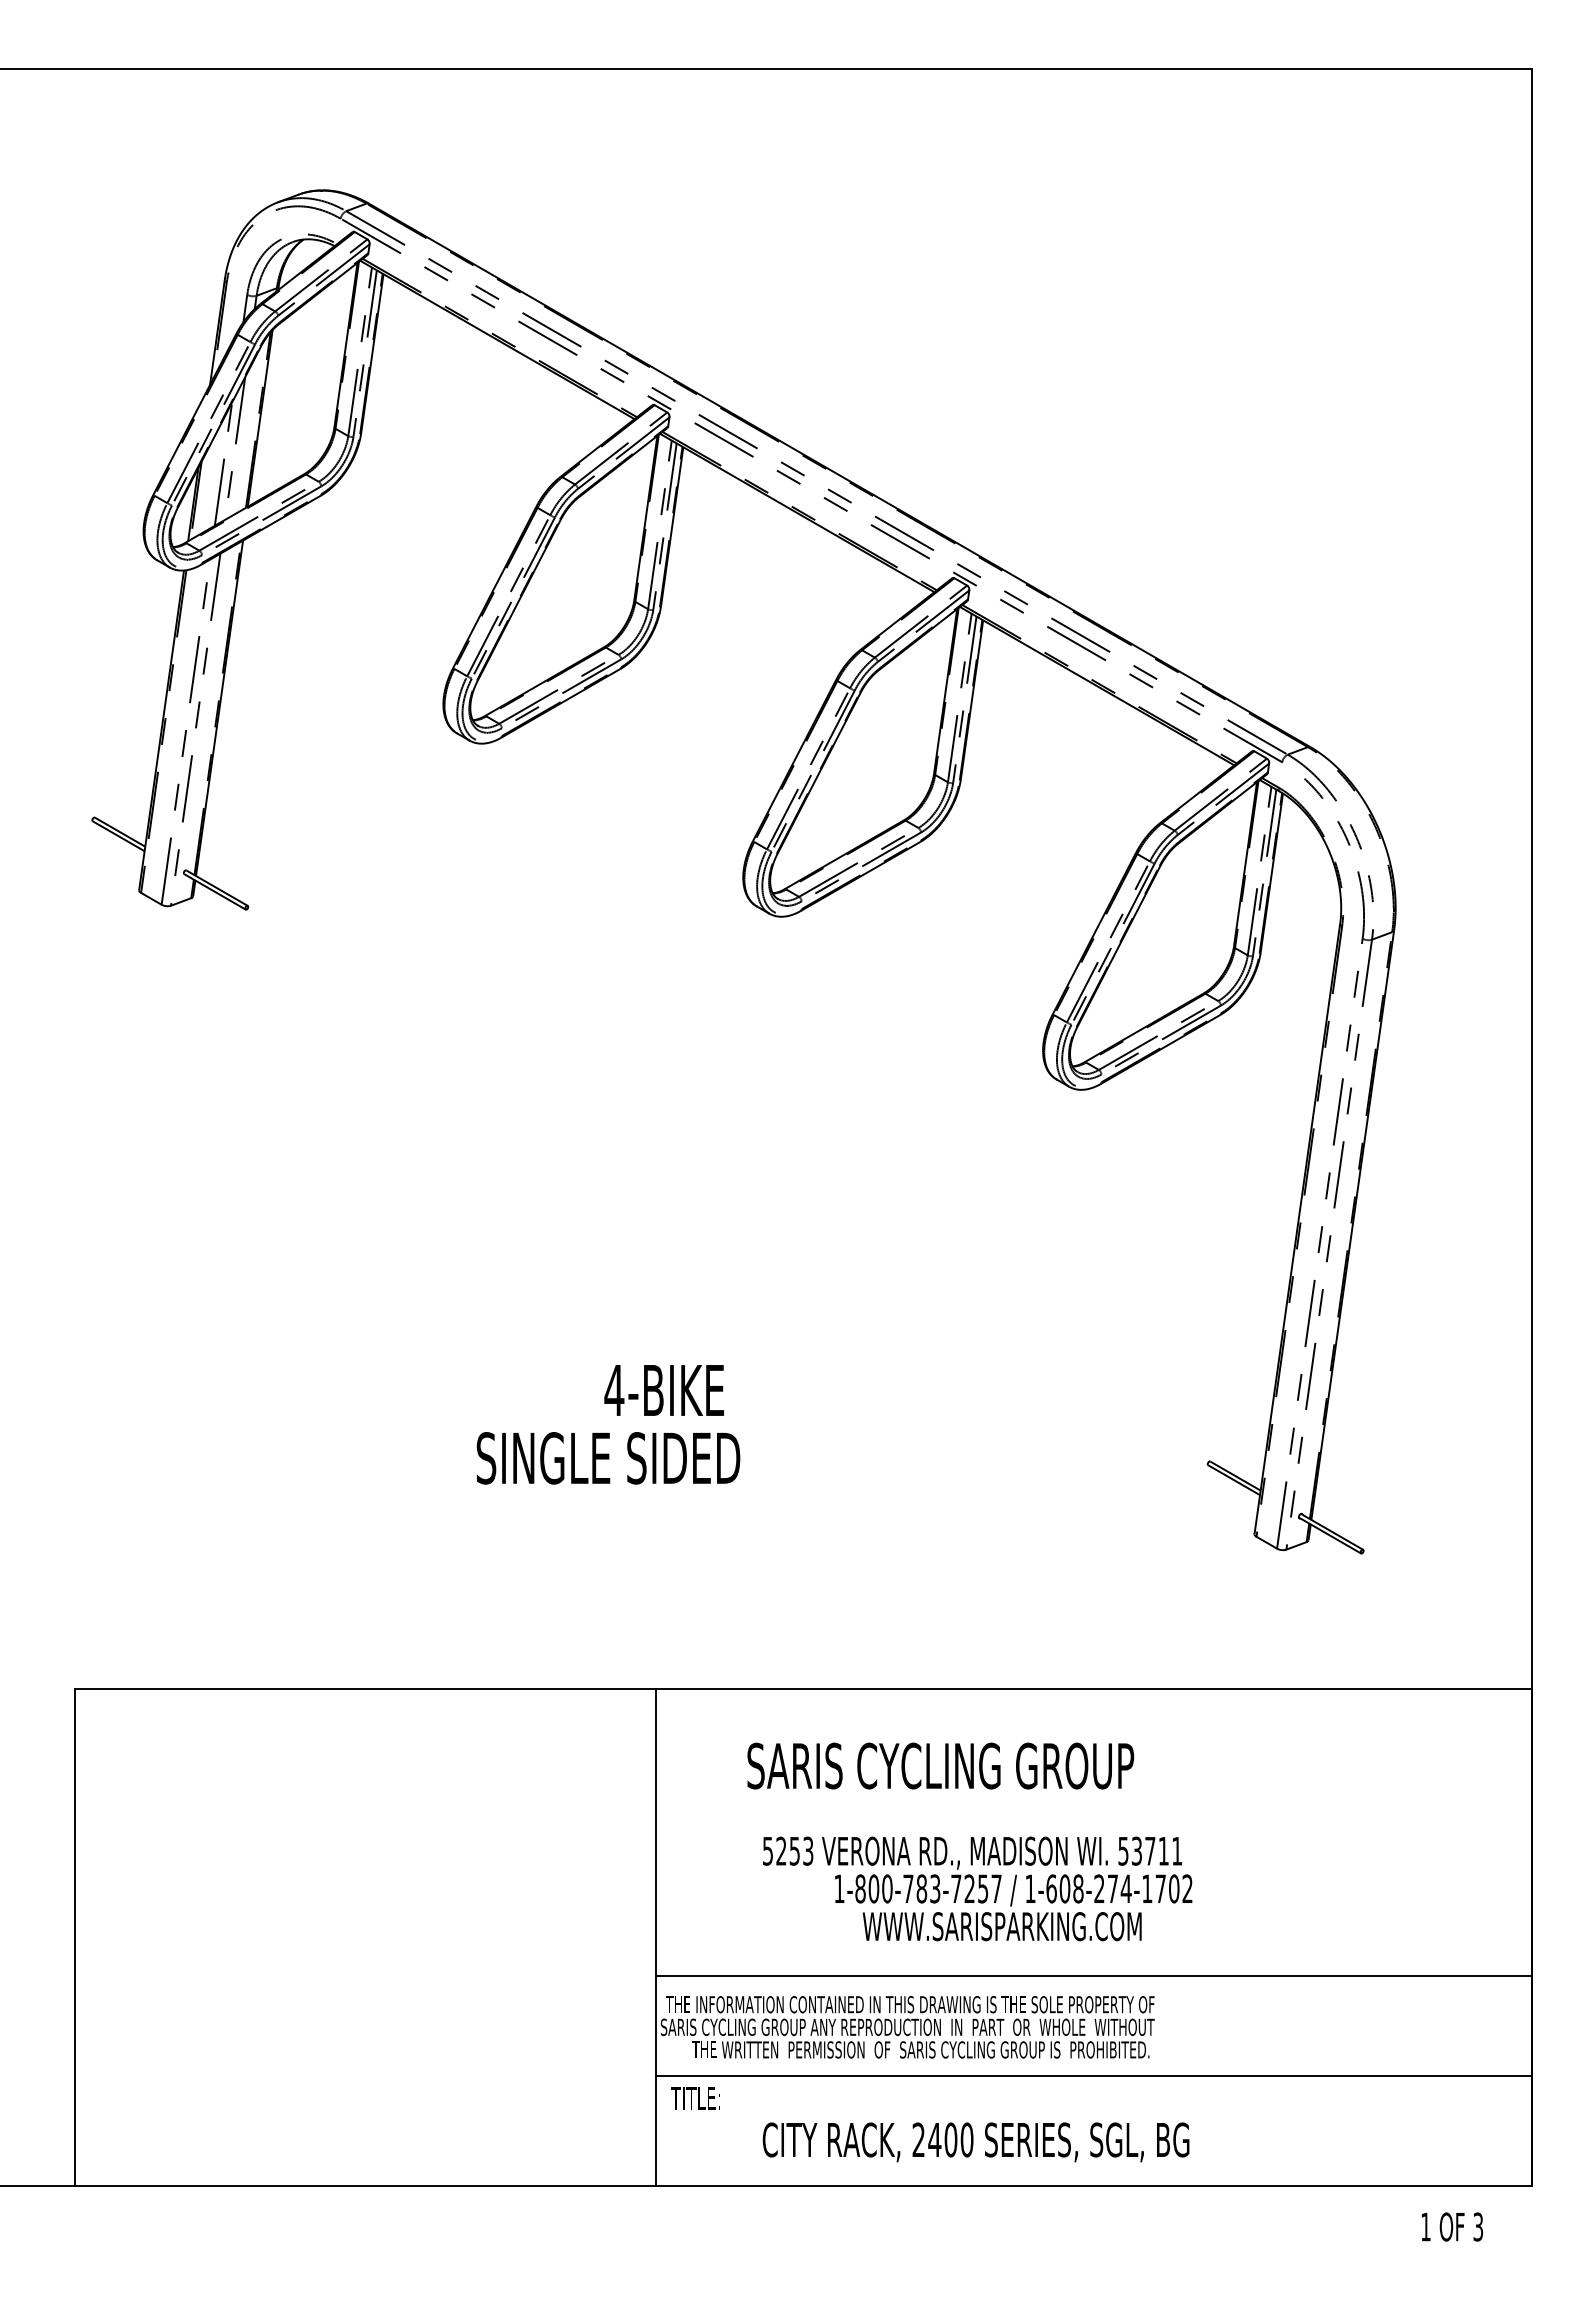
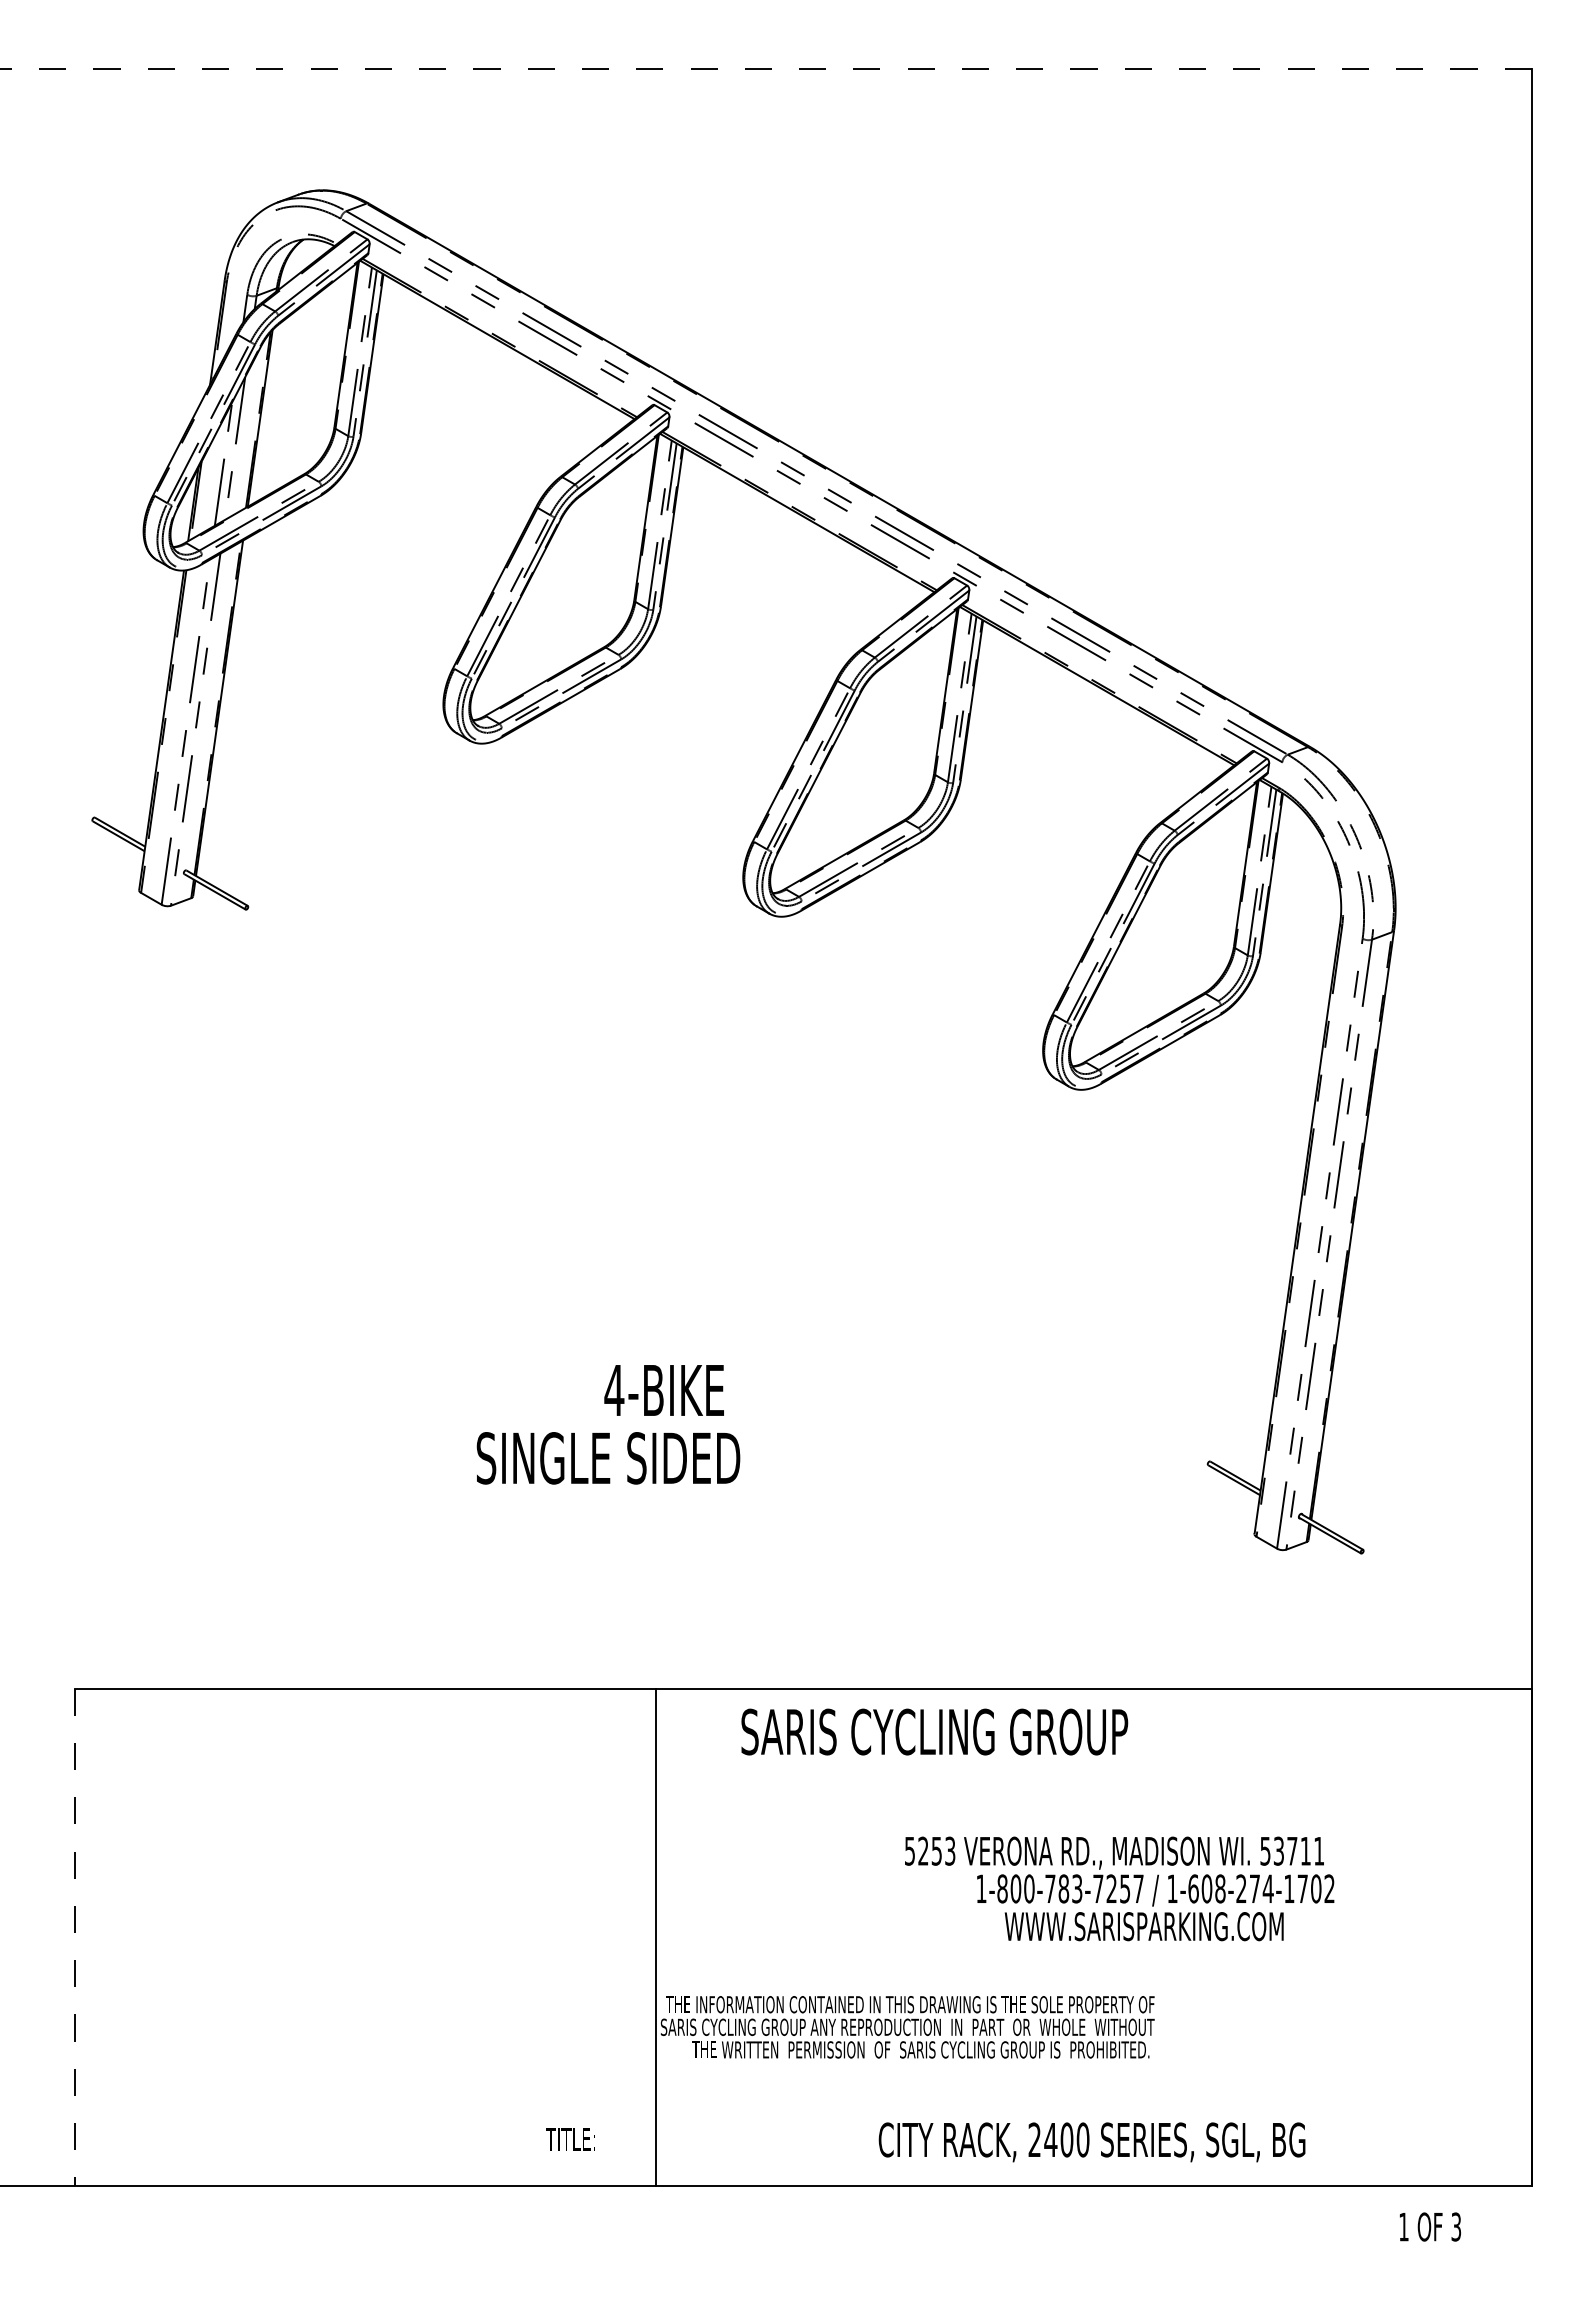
line at (765, 69): solid -> dashed
text at (940, 1765) position: (940, 1765) -> (934, 1731)
text at (977, 1888) position: (977, 1888) -> (1119, 1888)
line at (75, 1937): solid -> dashed
line at (1093, 1975): present -> none
line at (1093, 2076): present -> none
text at (695, 2098) position: (695, 2098) -> (570, 2139)
text at (975, 2142) position: (975, 2142) -> (1091, 2142)
text at (1452, 2226) position: (1452, 2226) -> (1430, 2226)
